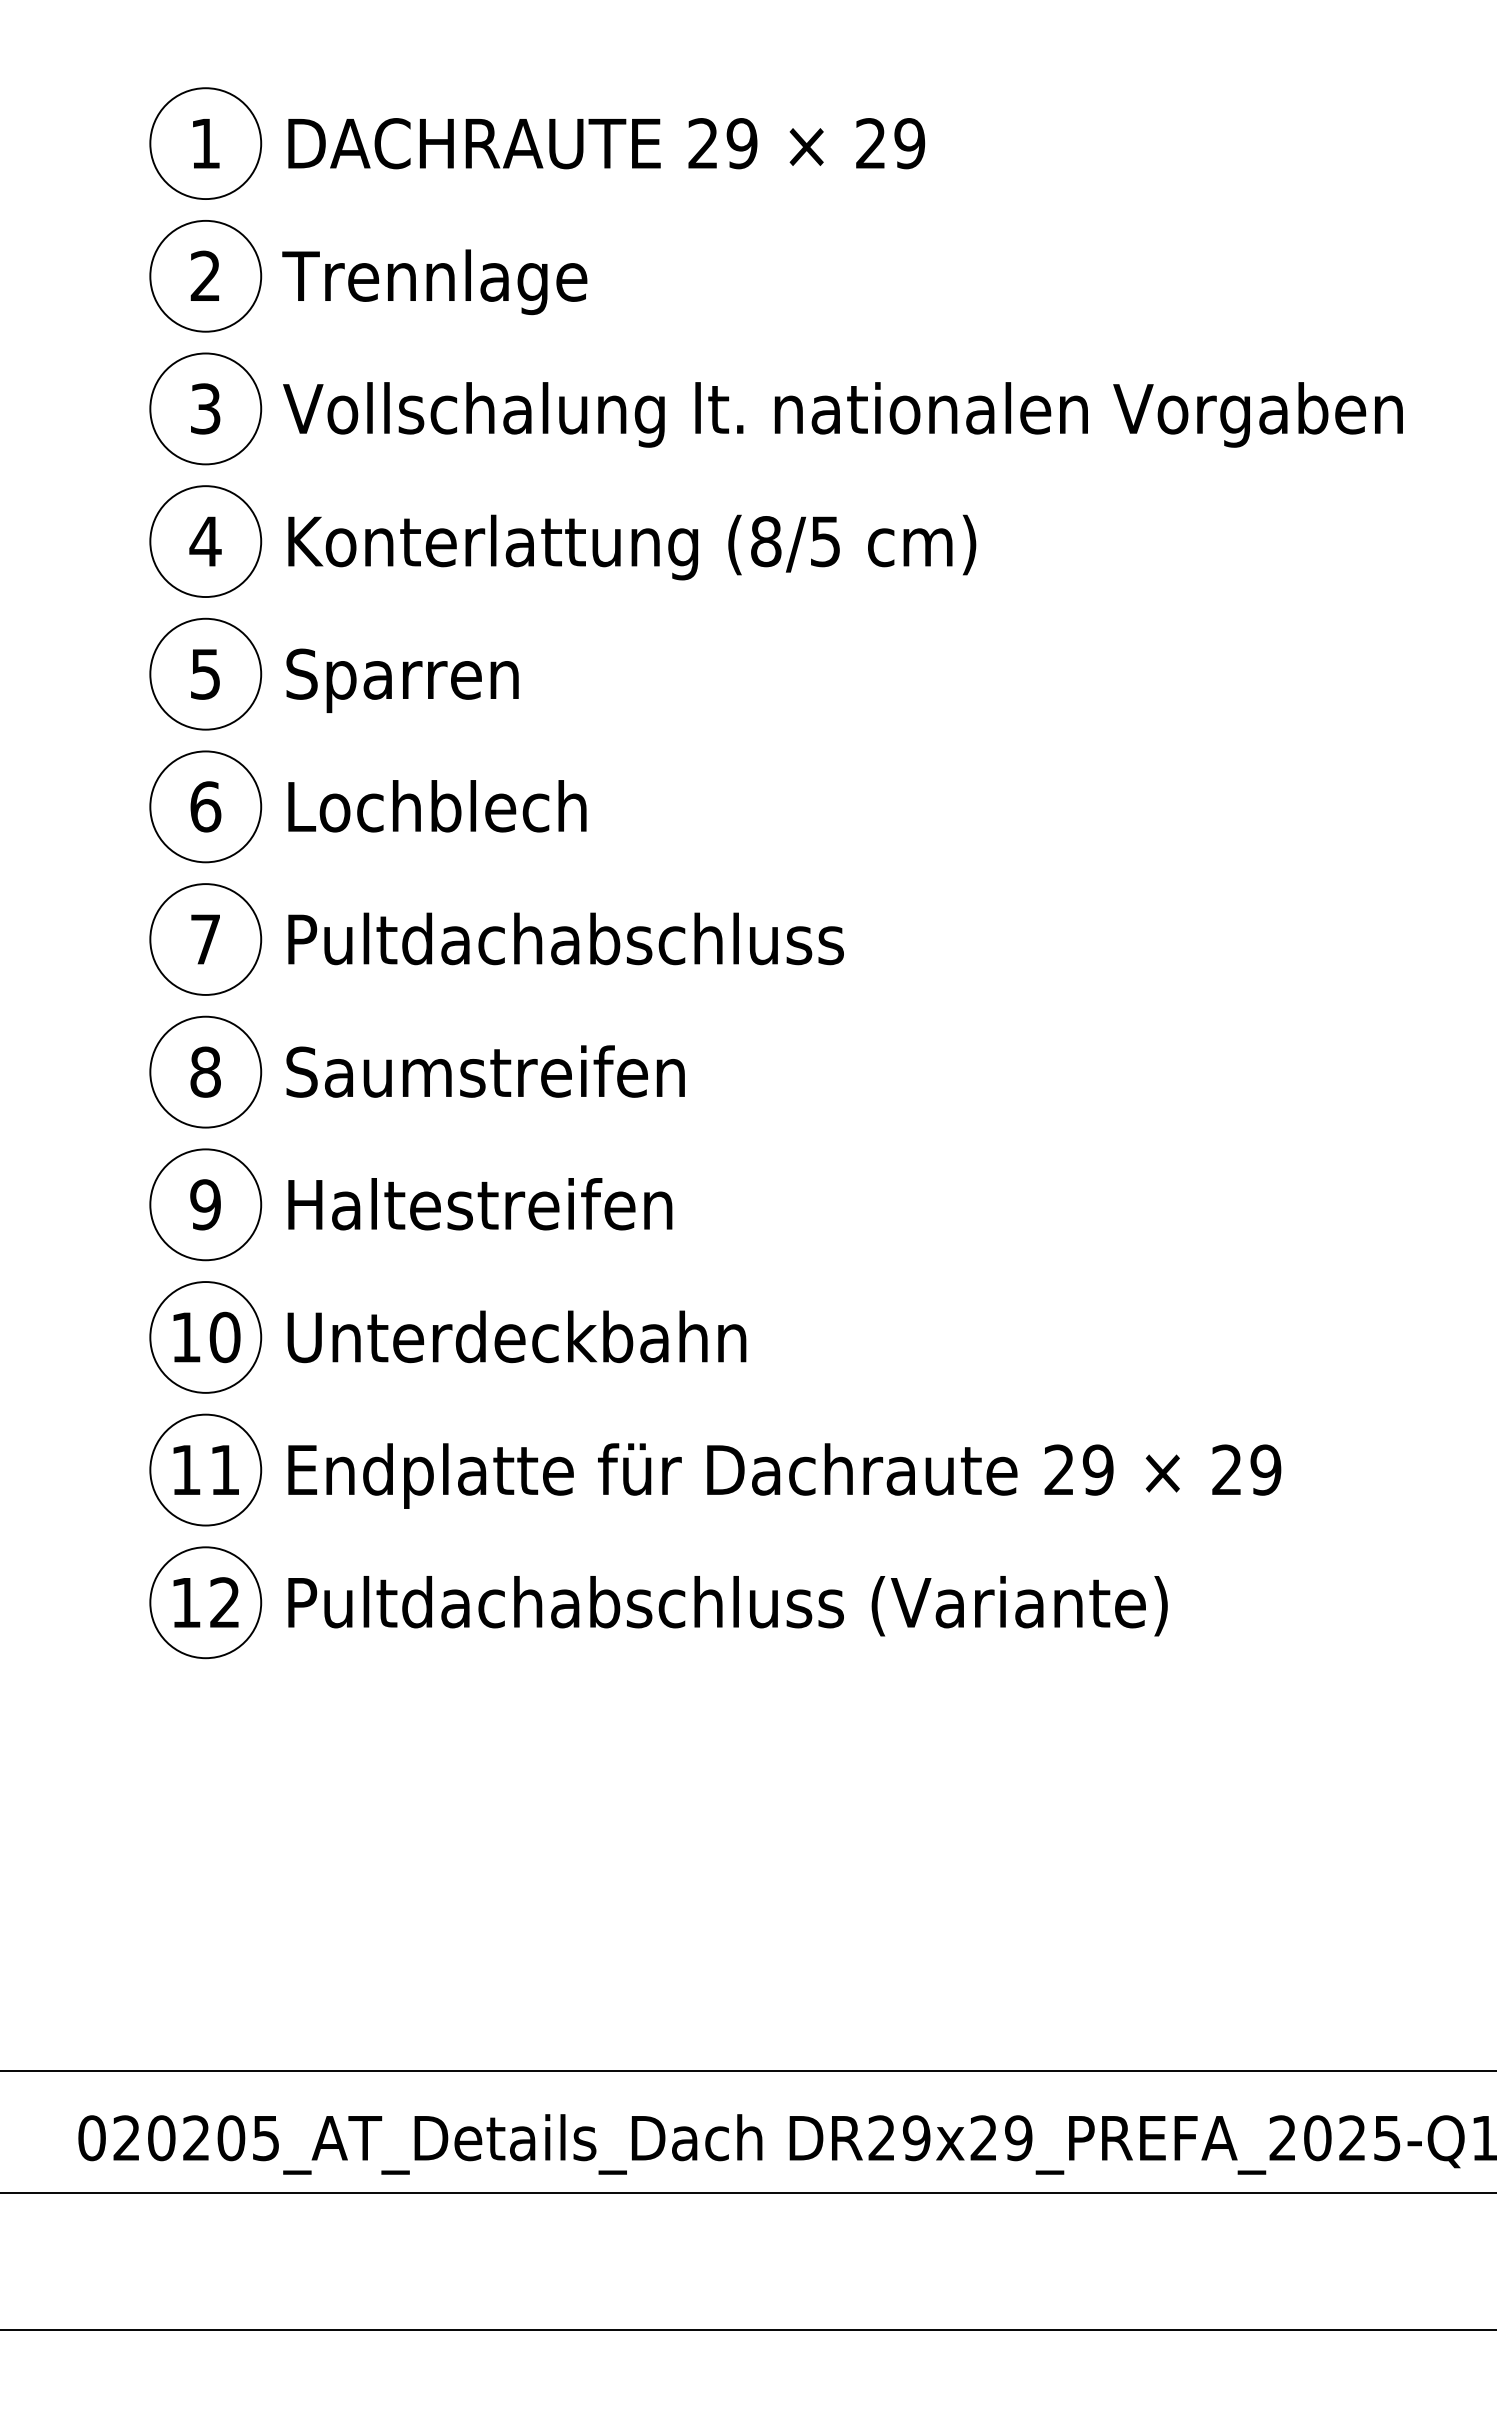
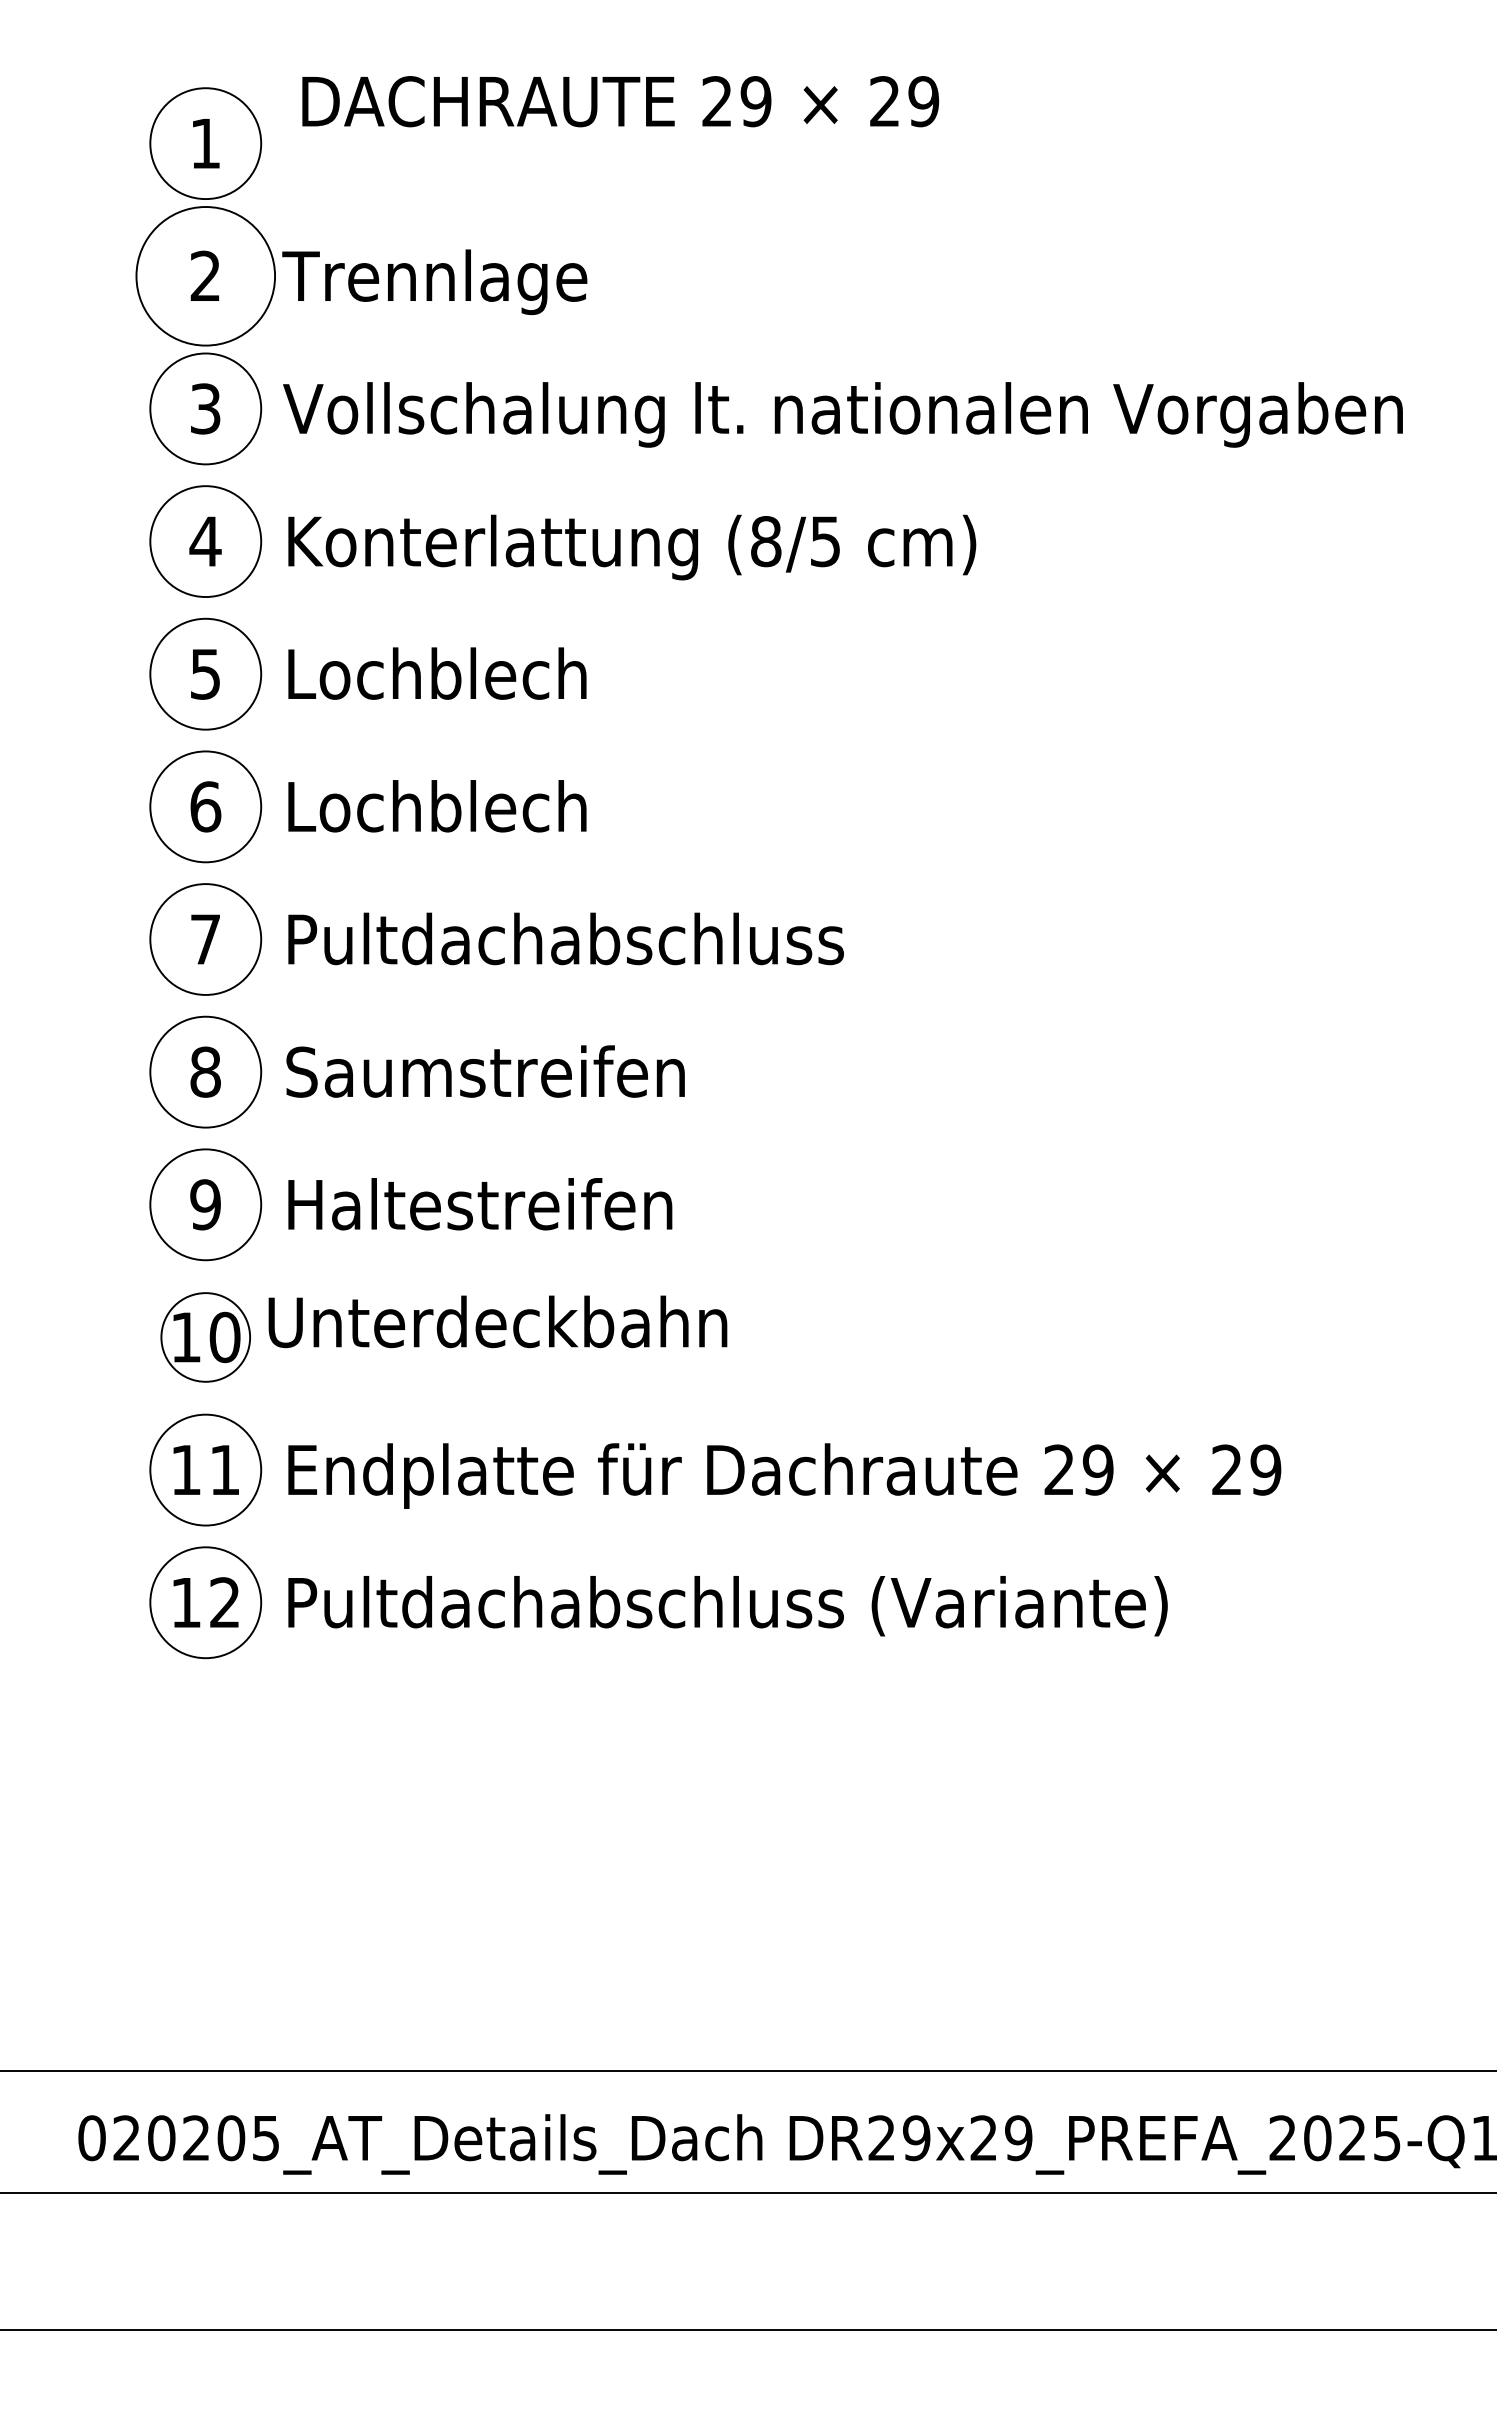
text at (606, 143) position: (606, 143) -> (620, 101)
circle at (205, 275) diameter: 111 px -> 139 px
text at (436, 680): Sparren -> Lochblech
text at (516, 1336) position: (516, 1336) -> (497, 1321)
circle at (205, 1337) diameter: 111 px -> 89 px
